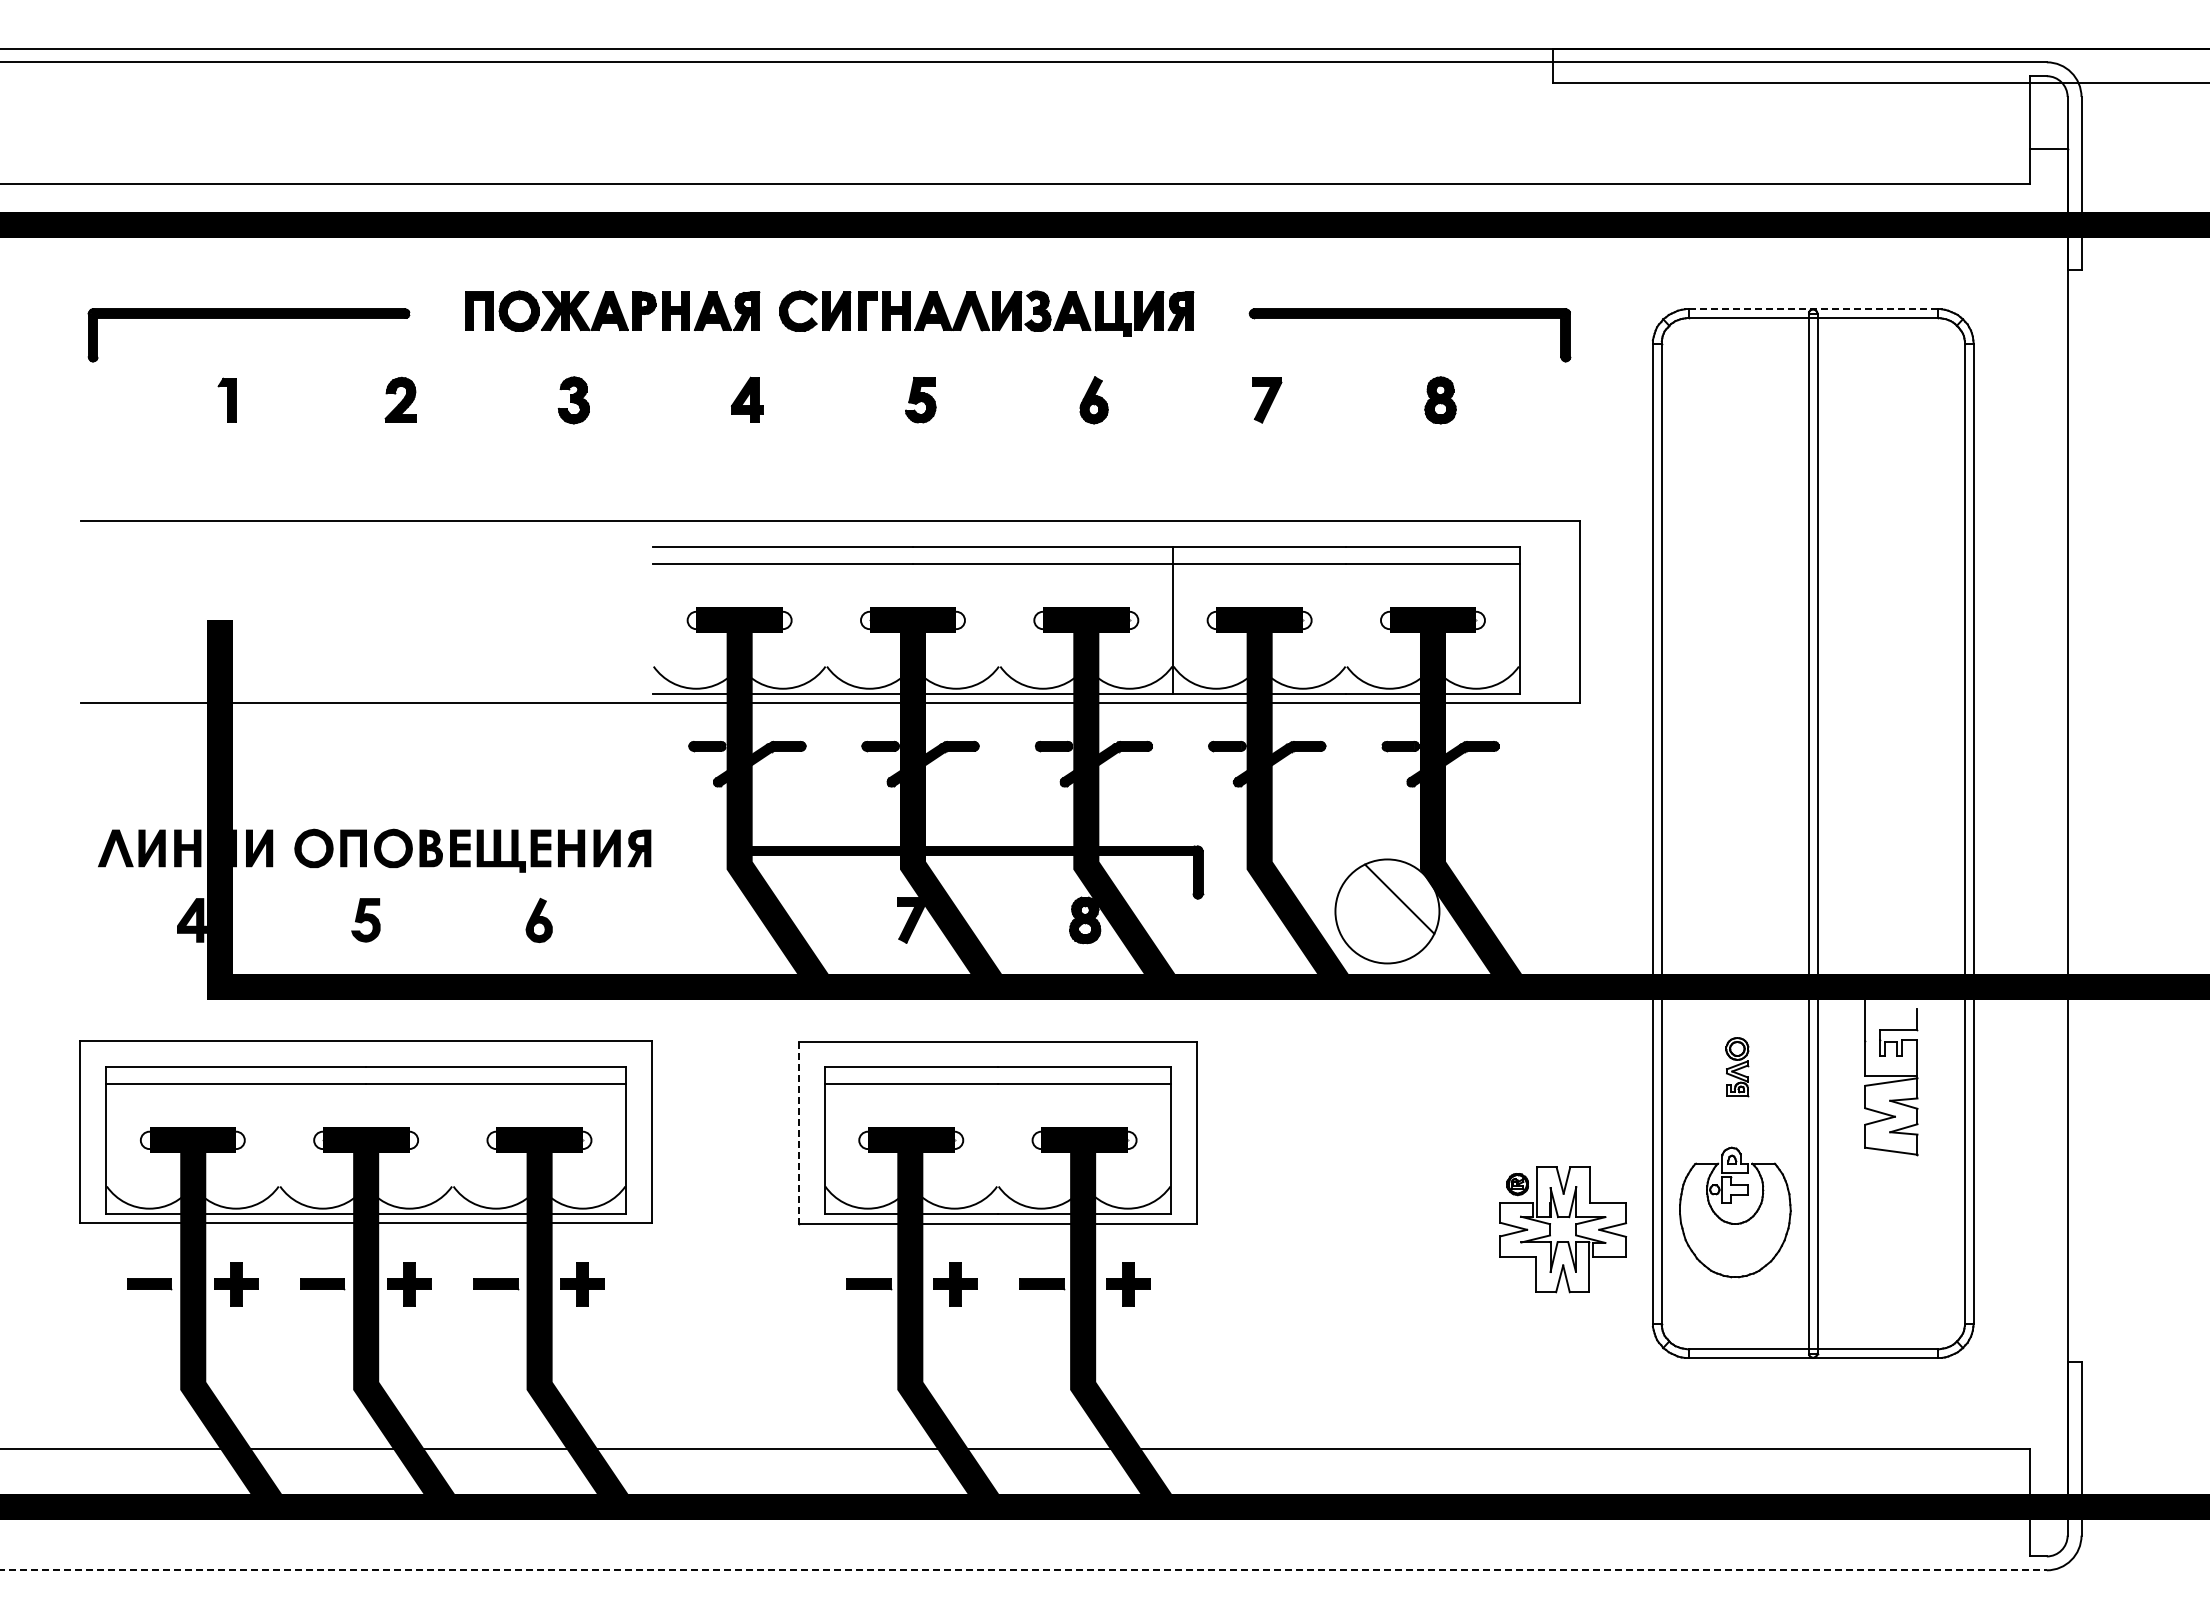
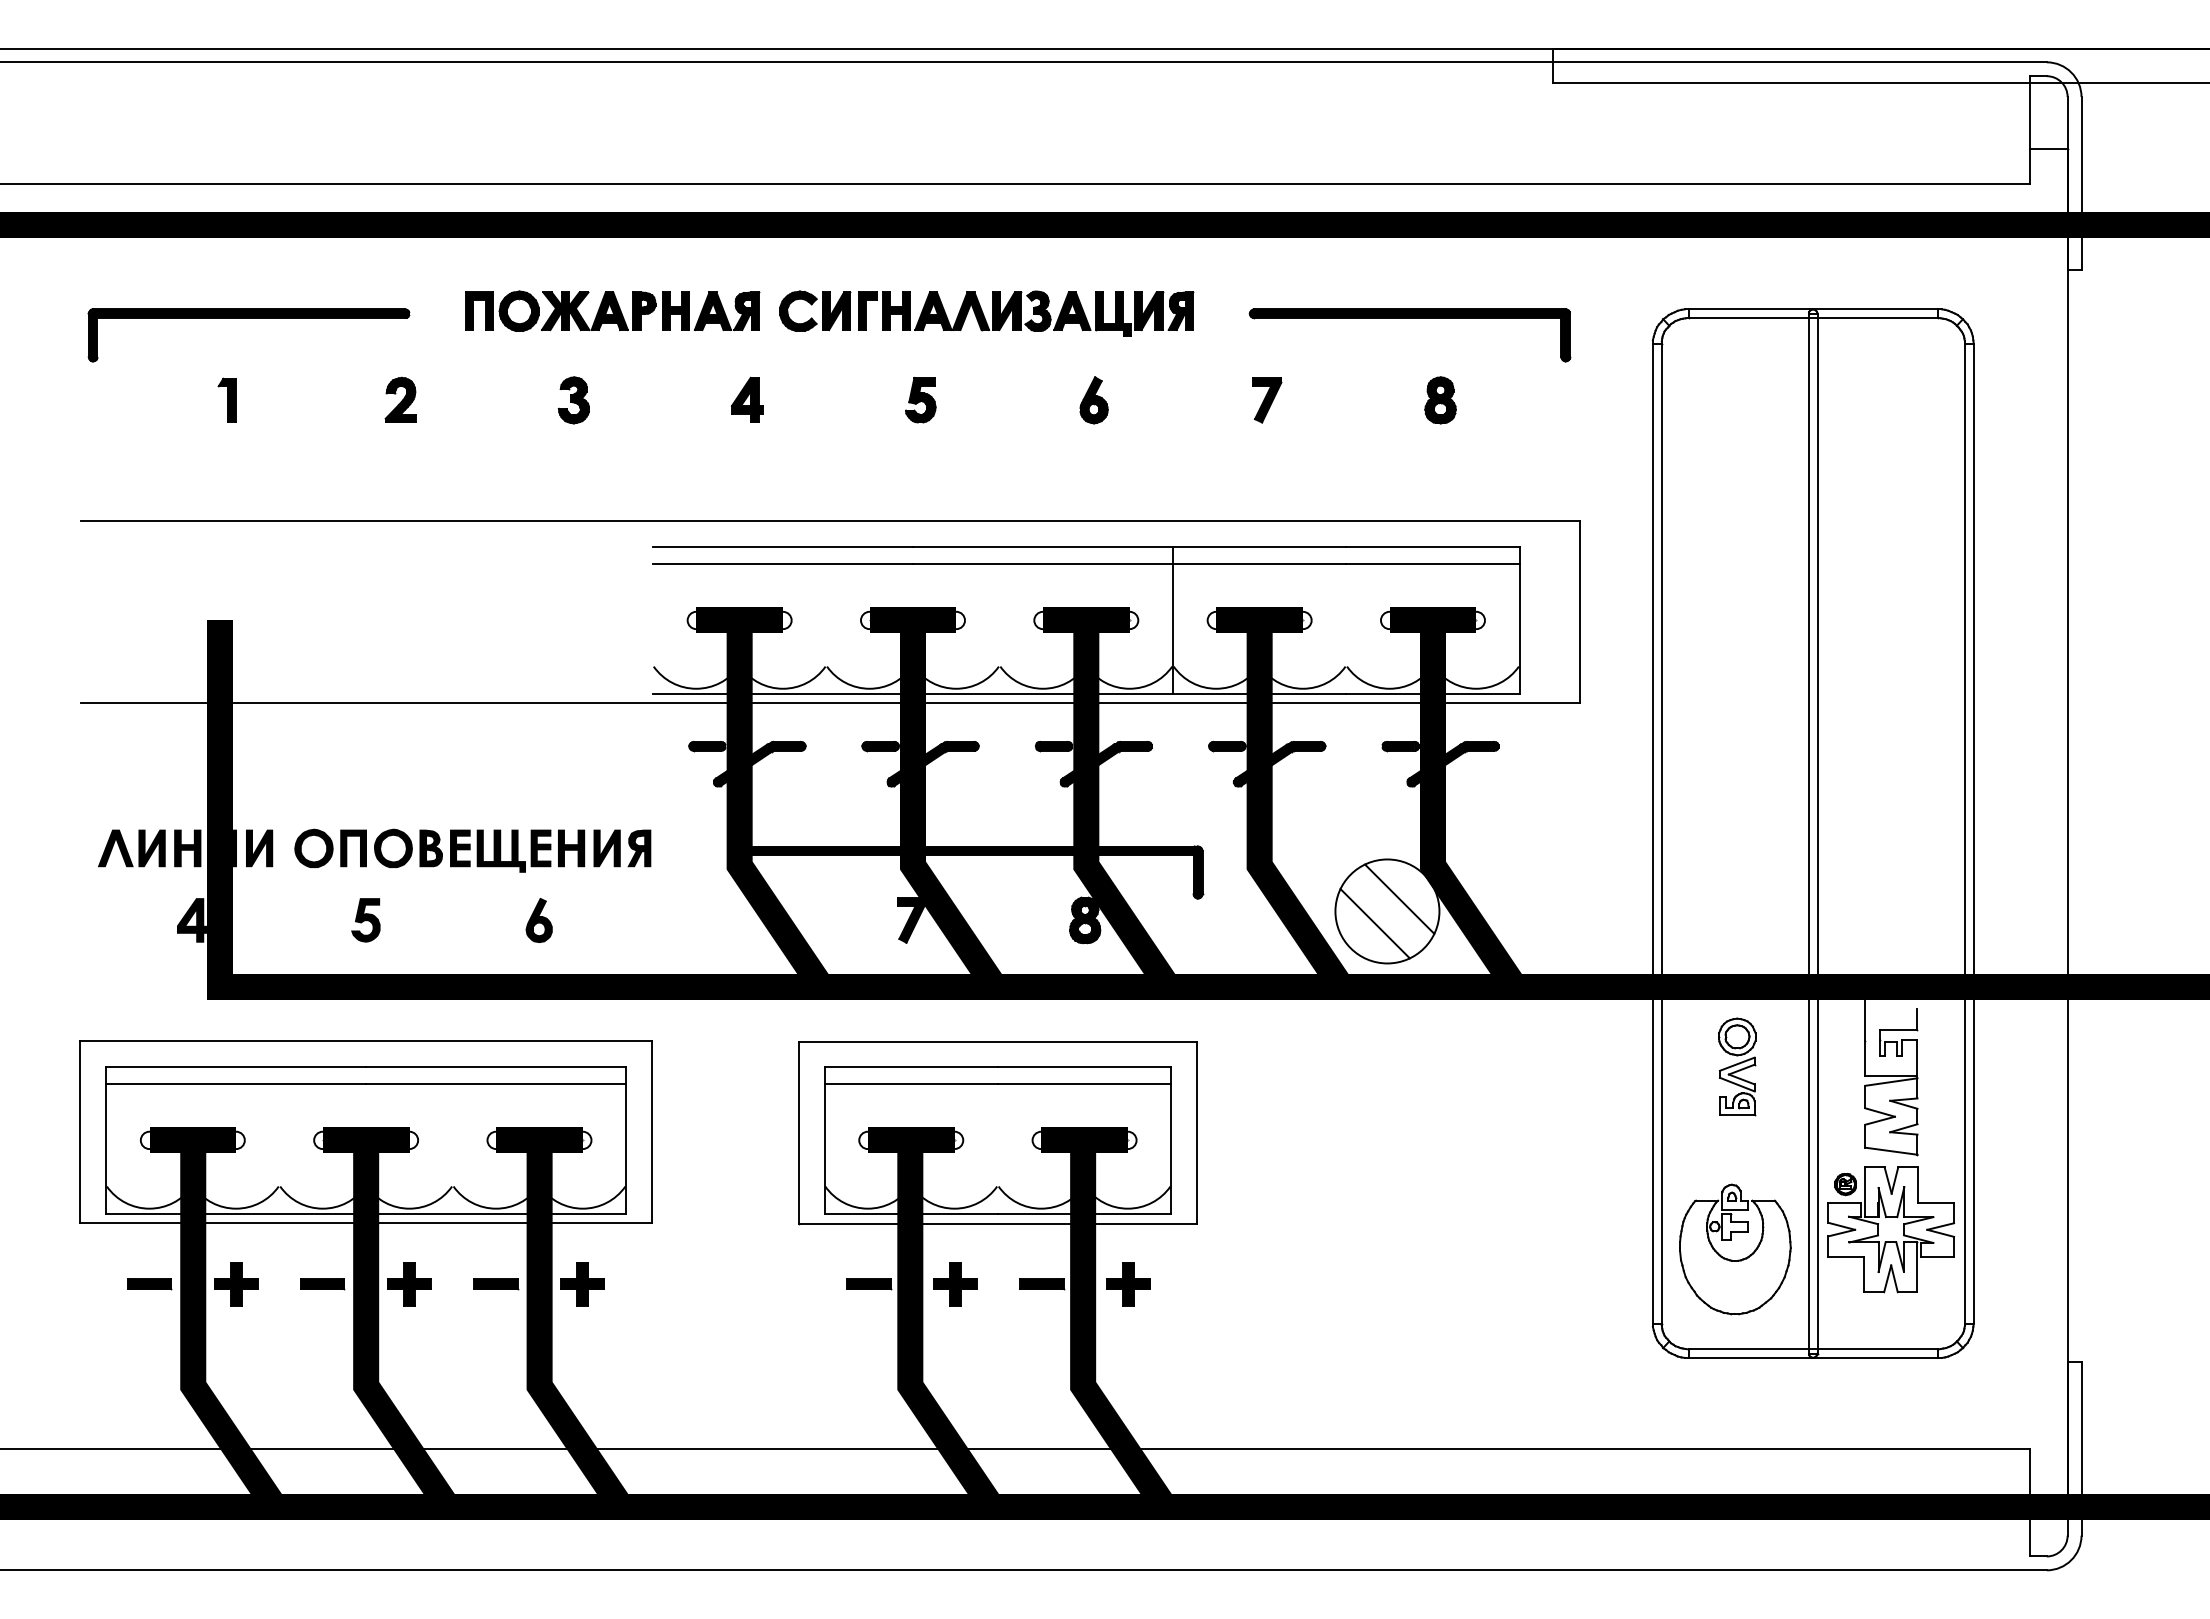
line at (1813, 309): dashed -> solid
line at (1374, 923): none -> present
part at (1737, 1067) size: 25x61 px -> 39x100 px
line at (798, 1133): dashed -> solid
part at (1731, 1203) position: (1731, 1203) -> (1731, 1240)
part at (1563, 1217) position: (1563, 1217) -> (1891, 1217)
line at (1023, 1570): dashed -> solid
